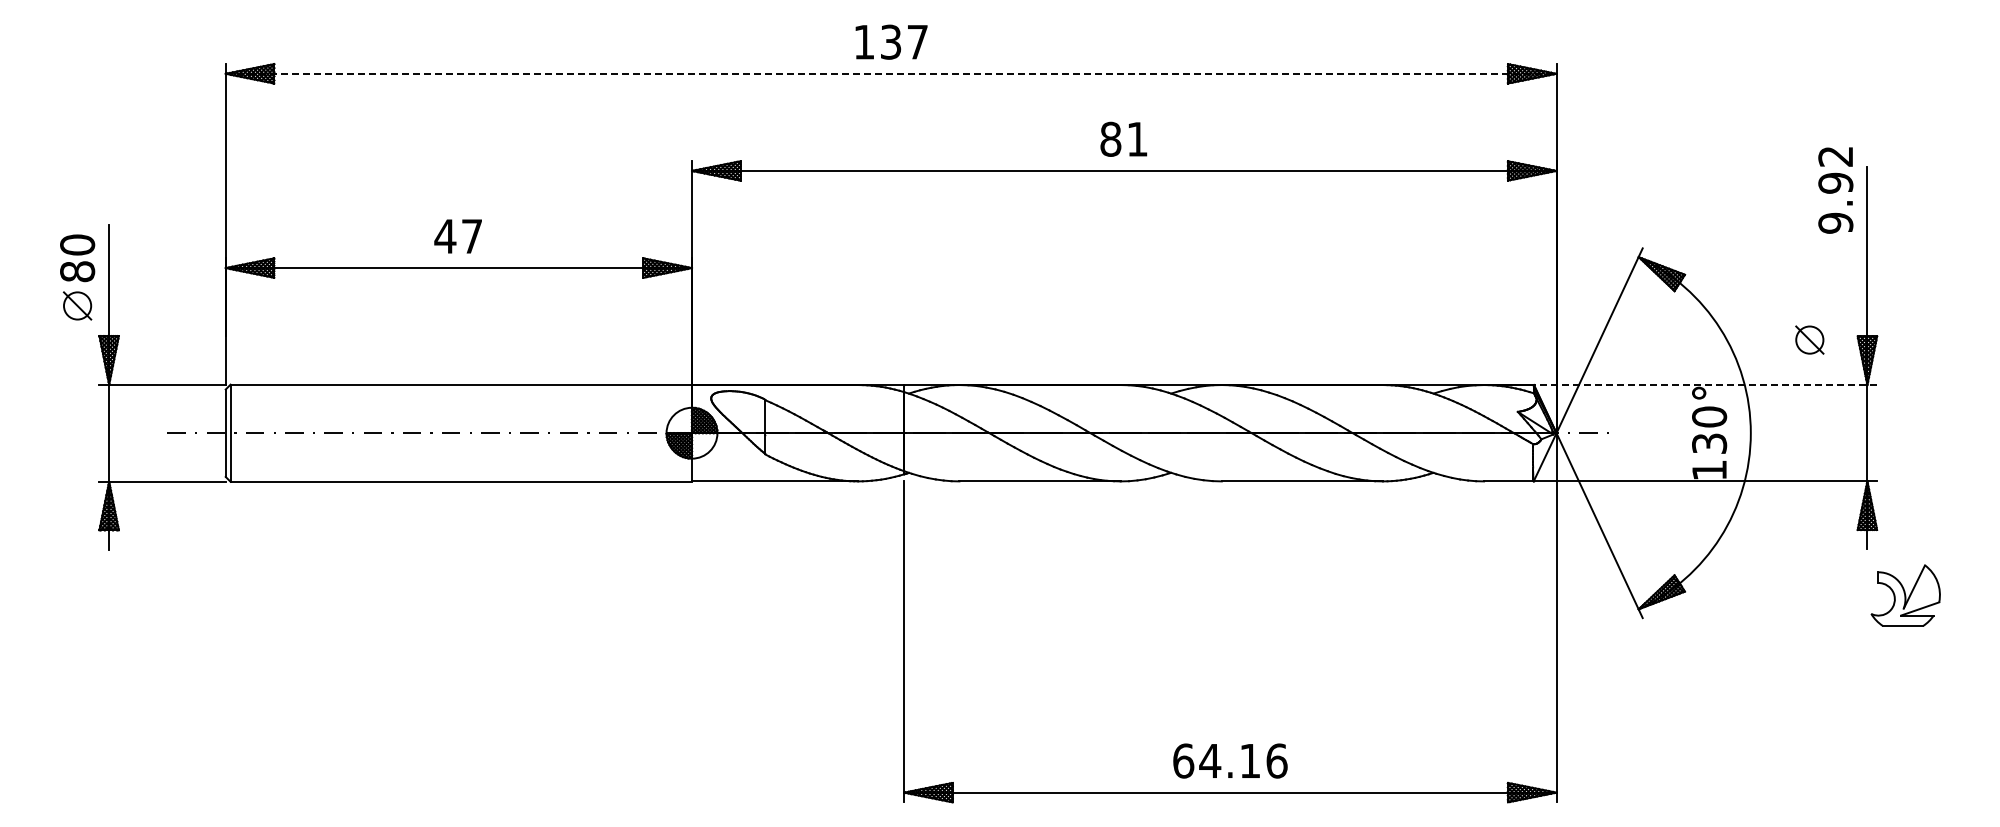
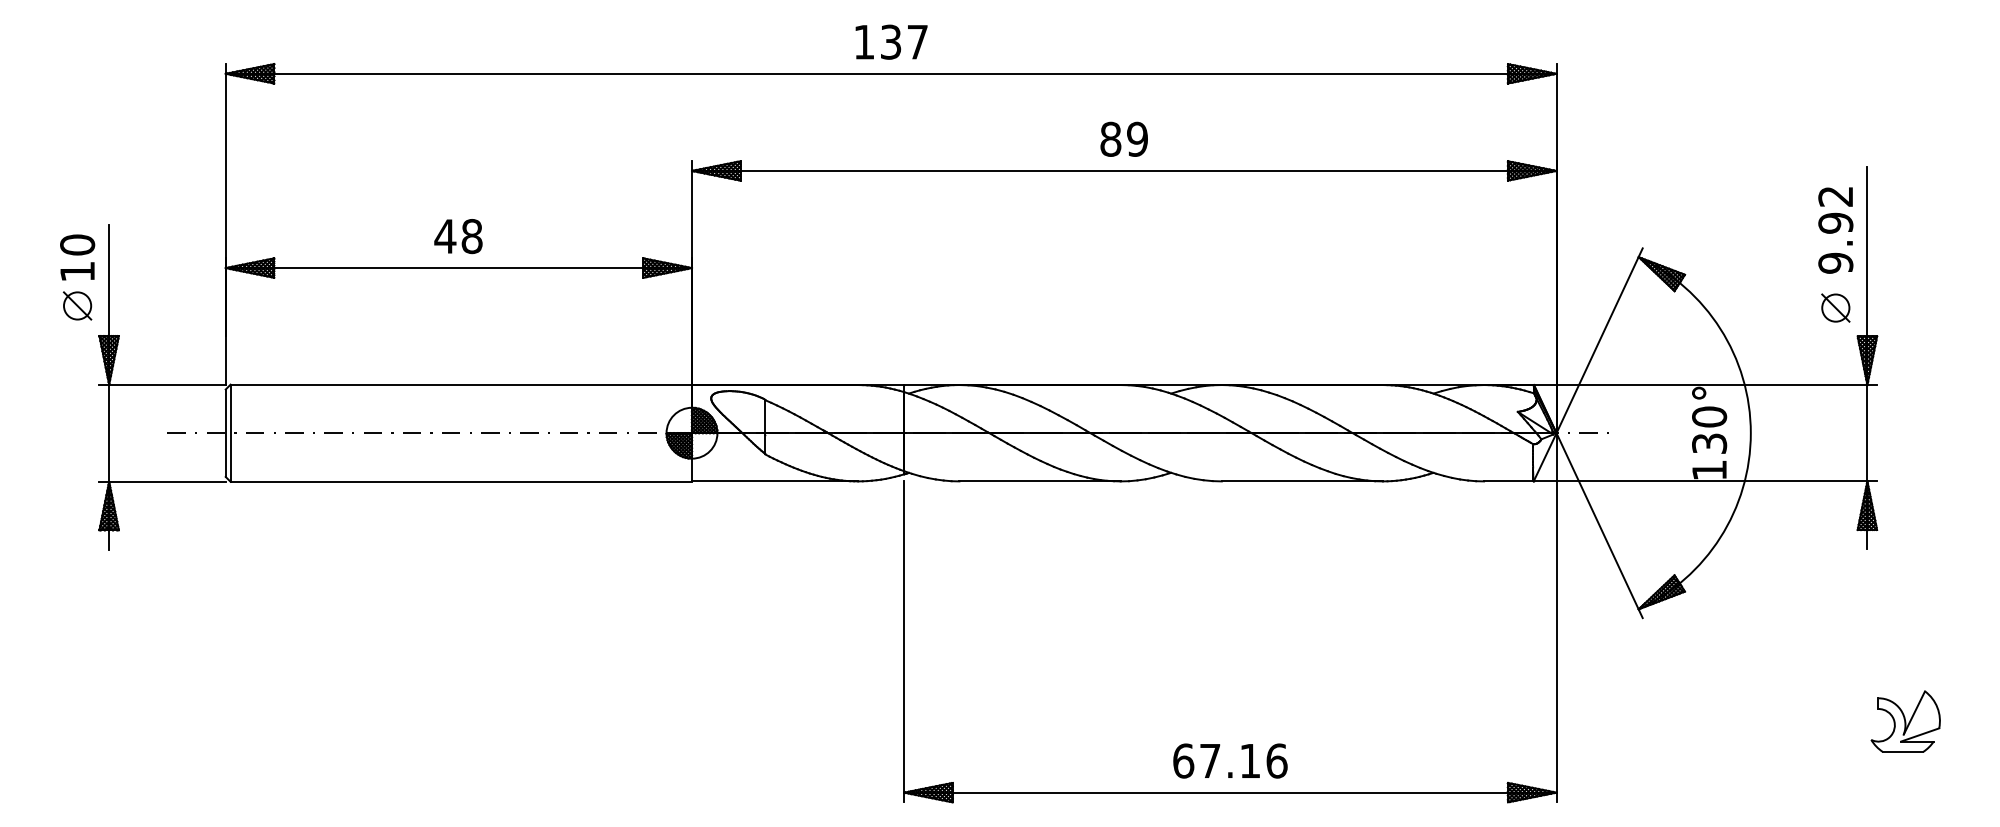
line at (891, 73): dashed -> solid
text at (1137, 138): 81 -> 89
text at (1835, 190) position: (1835, 190) -> (1835, 230)
text at (471, 236): 47 -> 48
text at (77, 271): 80 -> 10
part at (1809, 339) position: (1809, 339) -> (1835, 307)
line at (1705, 385): dashed -> solid
part at (1905, 595) position: (1905, 595) -> (1905, 721)
text at (1210, 760): 64.16 -> 67.16
